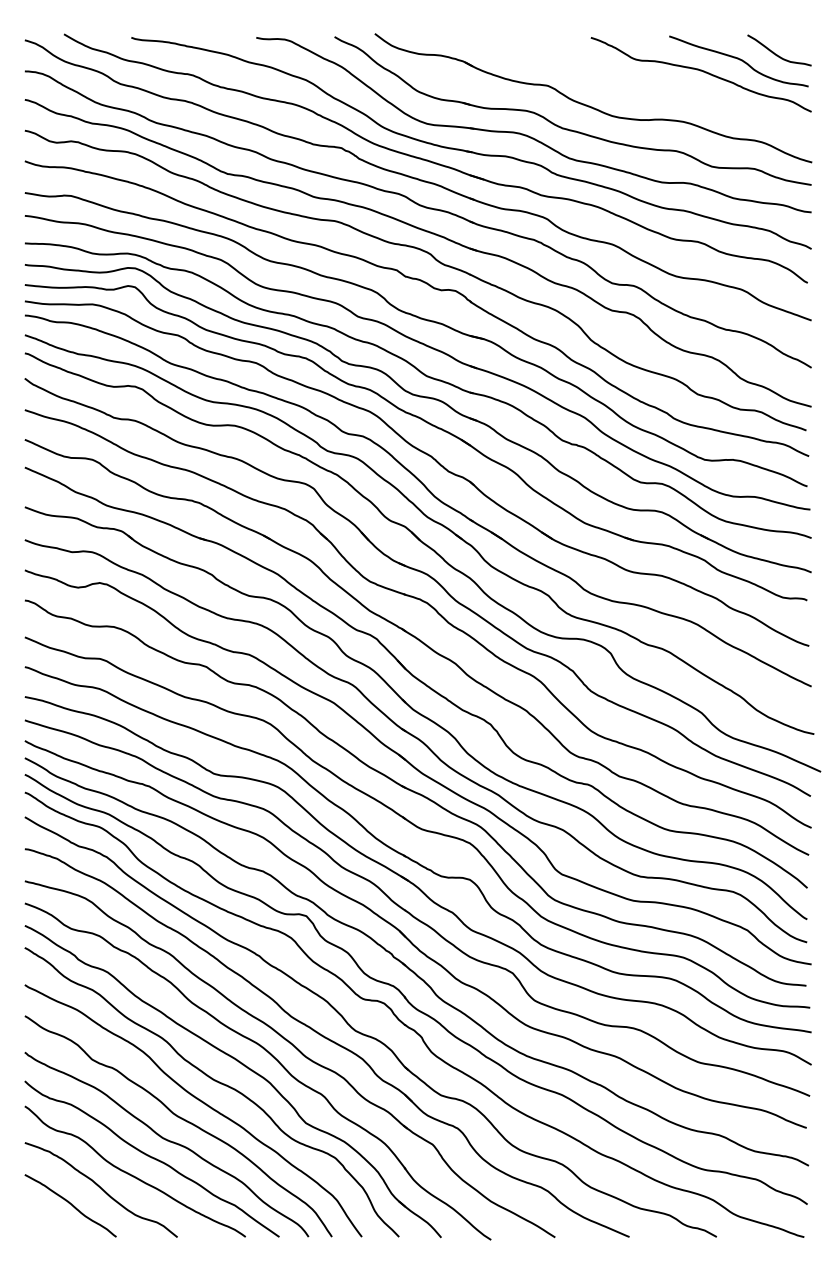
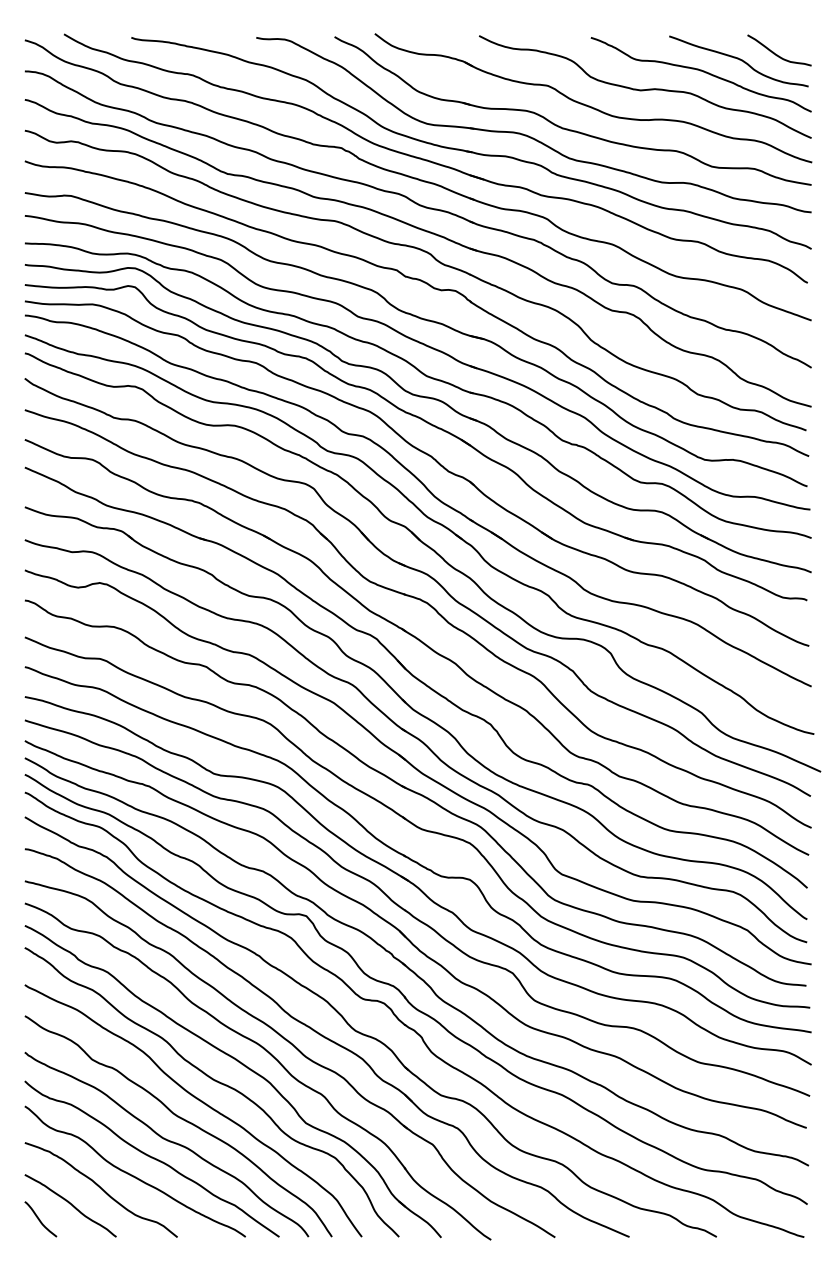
curve at (645, 89): none -> present
curve at (40, 1219): none -> present
